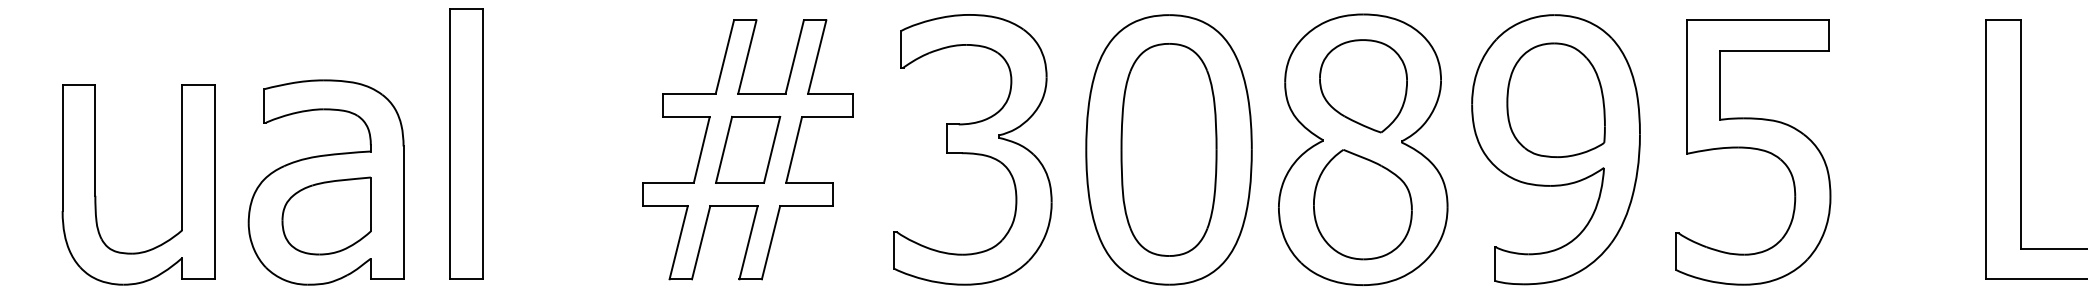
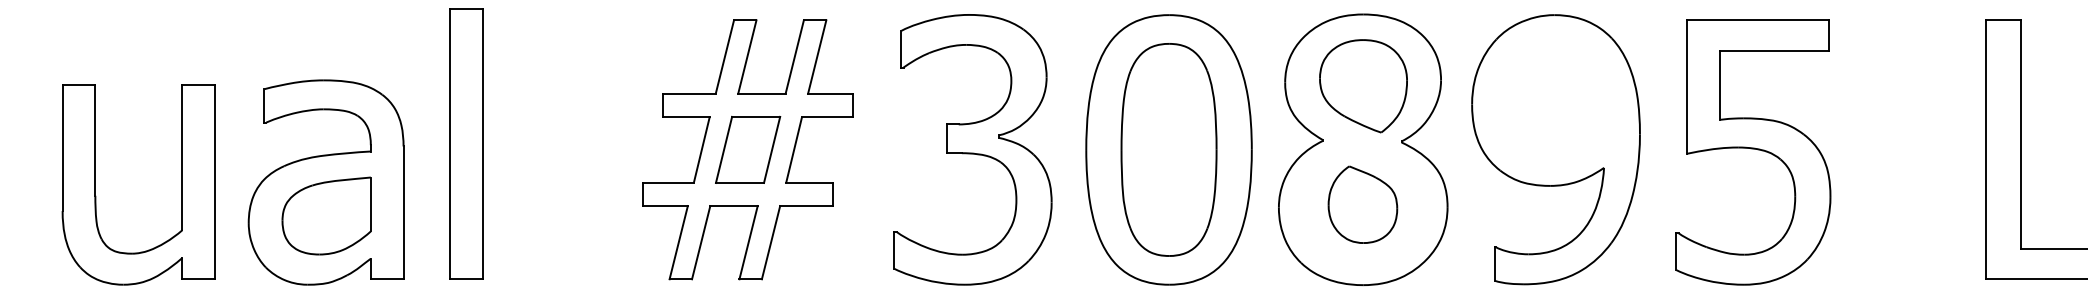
part at (1555, 100): present -> none
part at (1362, 204) size: 100x112 px -> 72x79 px
